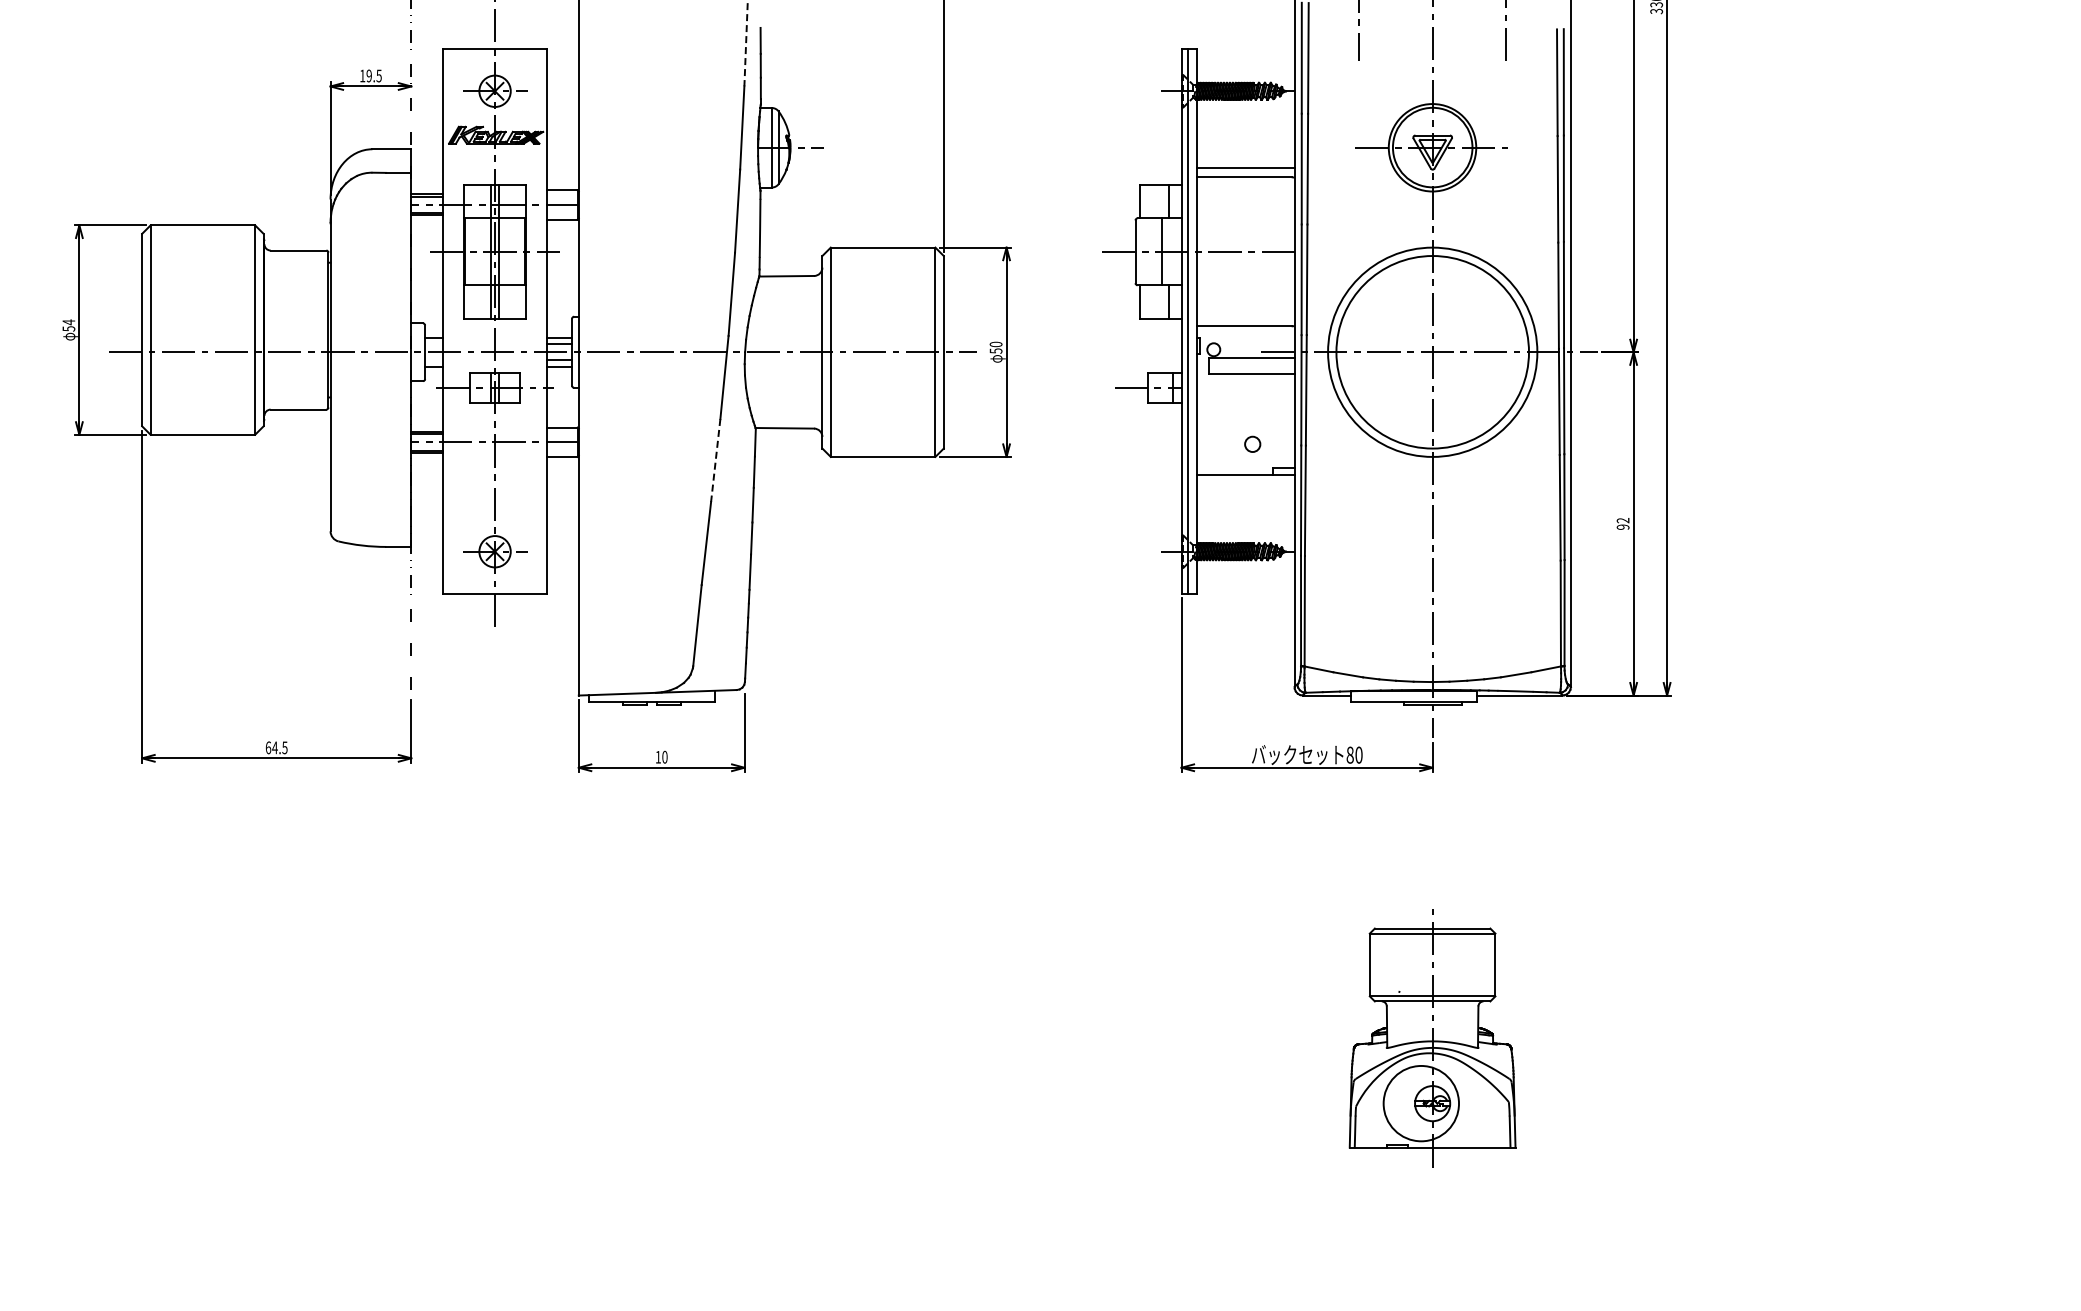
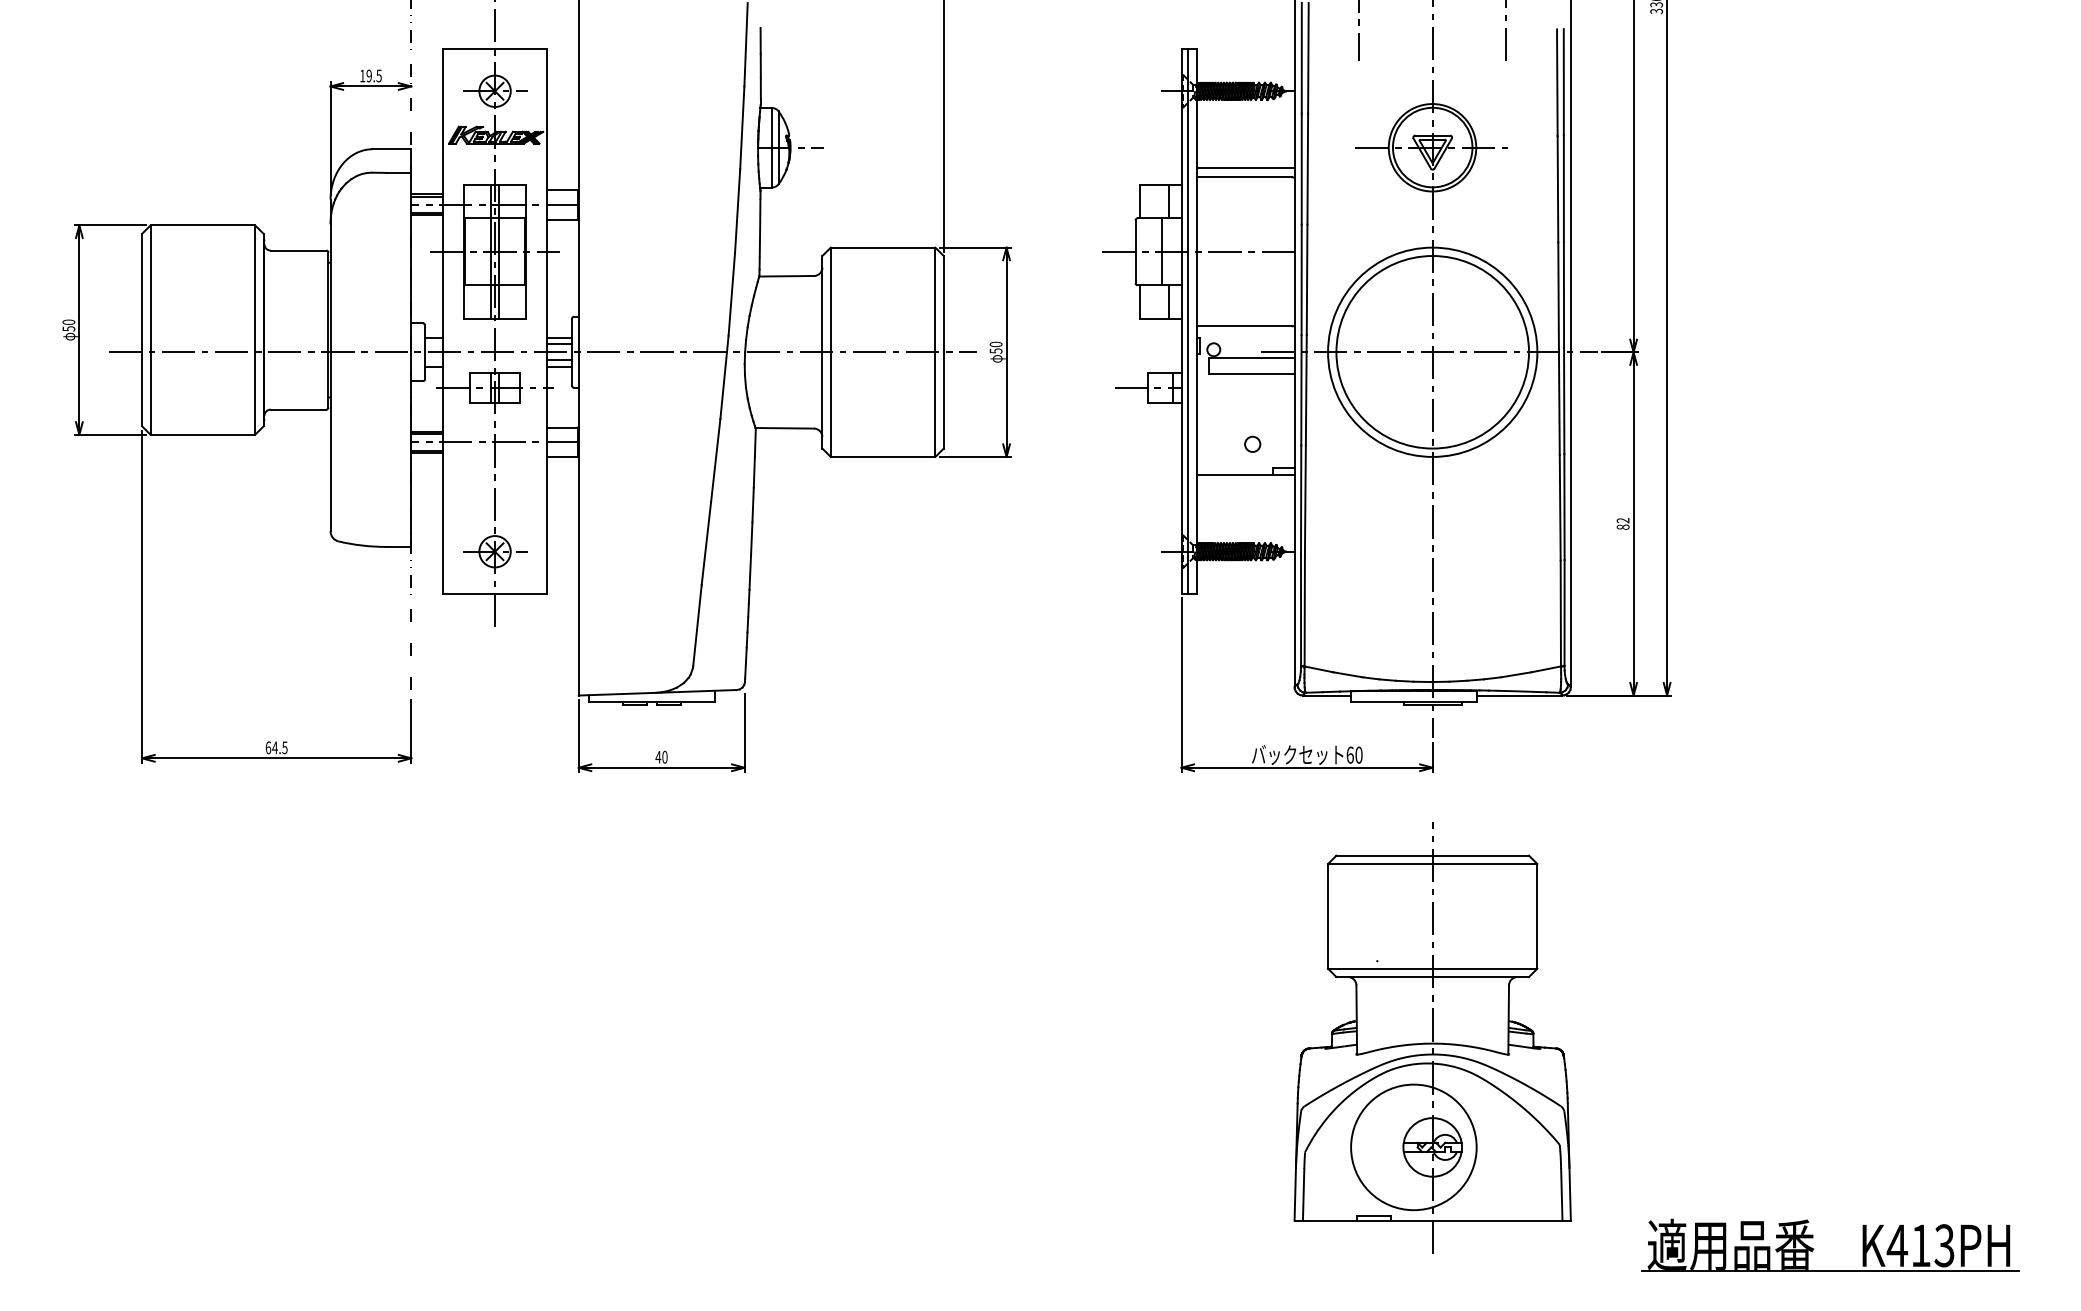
line at (746, 44): dashed -> solid
text at (68, 322): 54 -> 50
line at (715, 460): dashed -> solid
text at (1623, 526): 92 -> 82
text at (1349, 754): 80 -> 60
text at (658, 757): 10 -> 40
part at (1432, 1038) size: 169x259 px -> 279x432 px
part at (1814, 1248): none -> present
